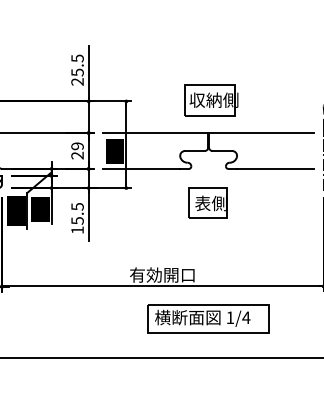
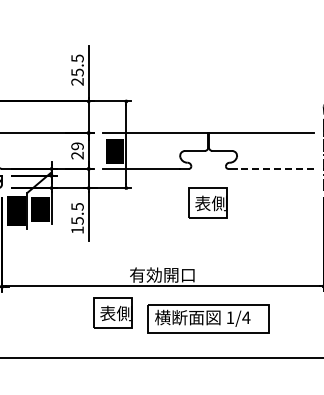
part at (211, 100): present -> none
line at (275, 168): solid -> dashed
part at (112, 312): none -> present
